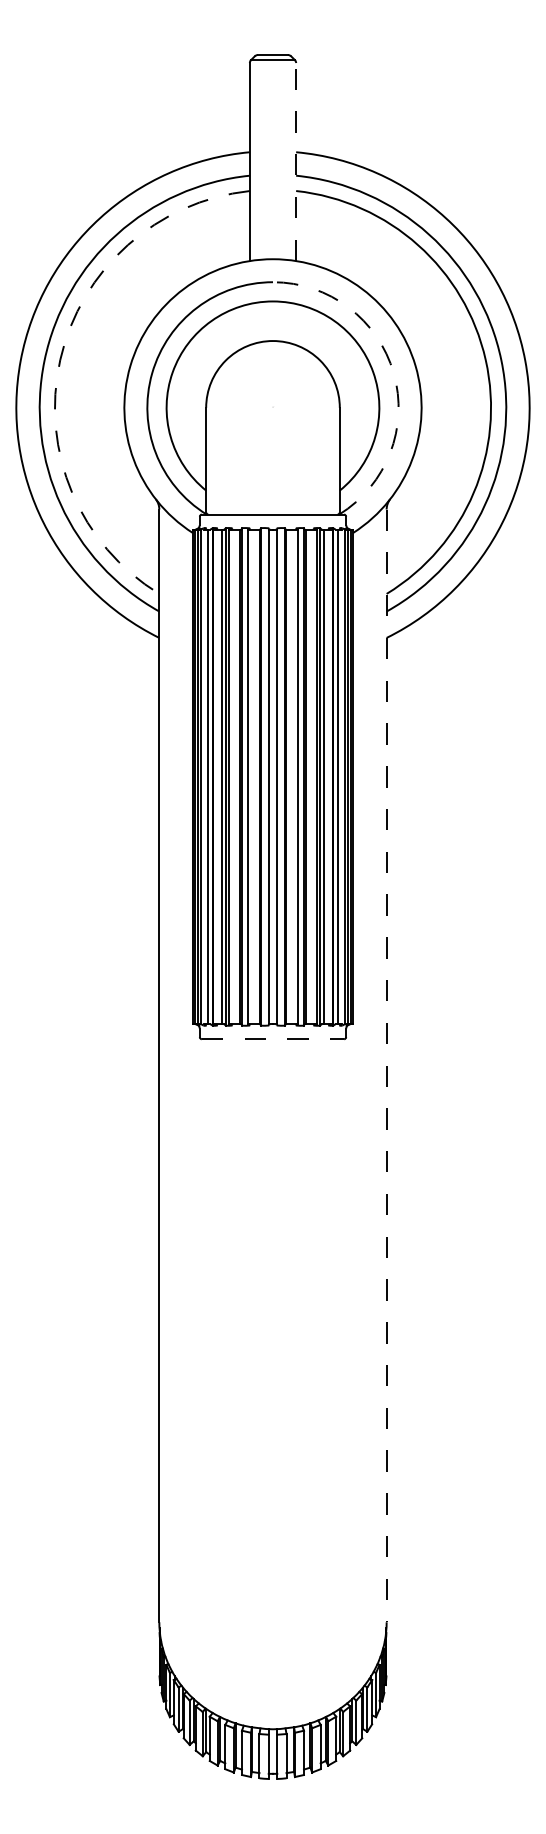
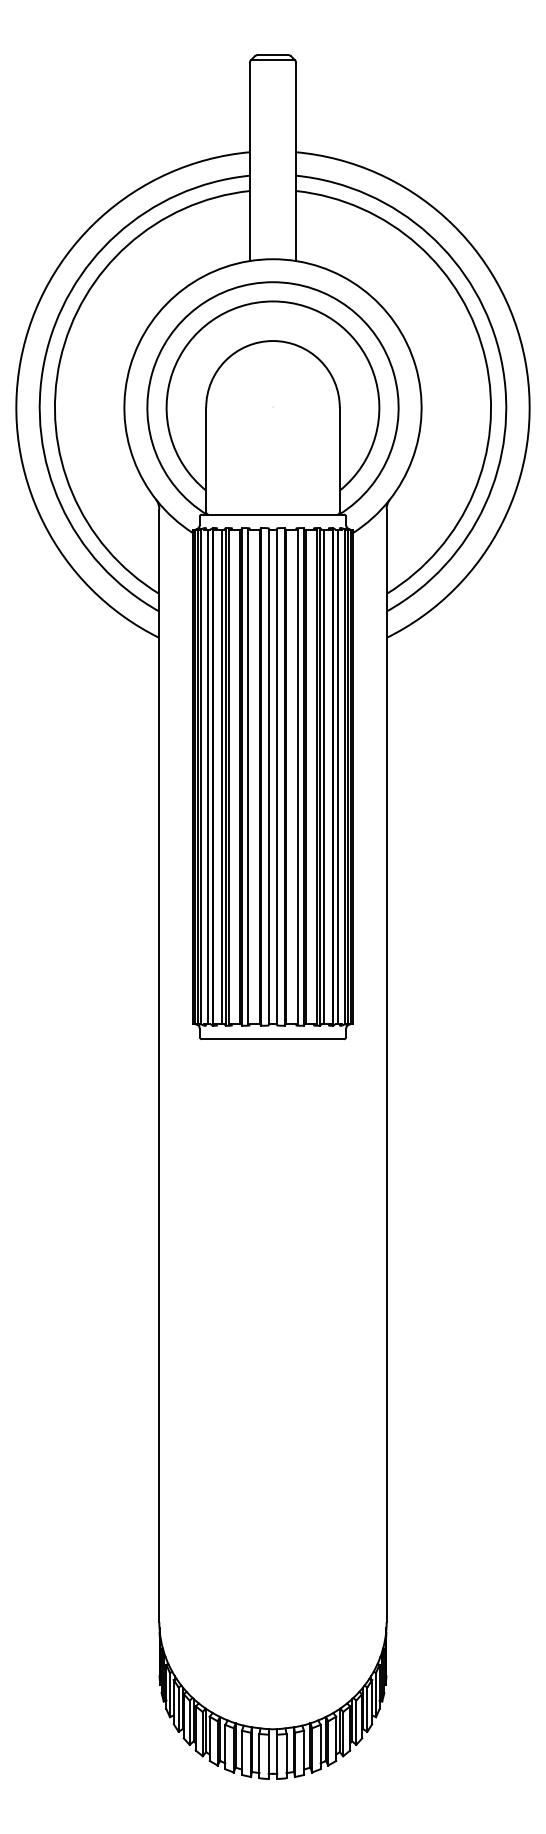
line at (296, 162): dashed -> solid
arc at (60, 360): dashed -> solid
arc at (393, 373): dashed -> solid
line at (273, 1039): dashed -> solid
line at (386, 1066): dashed -> solid
